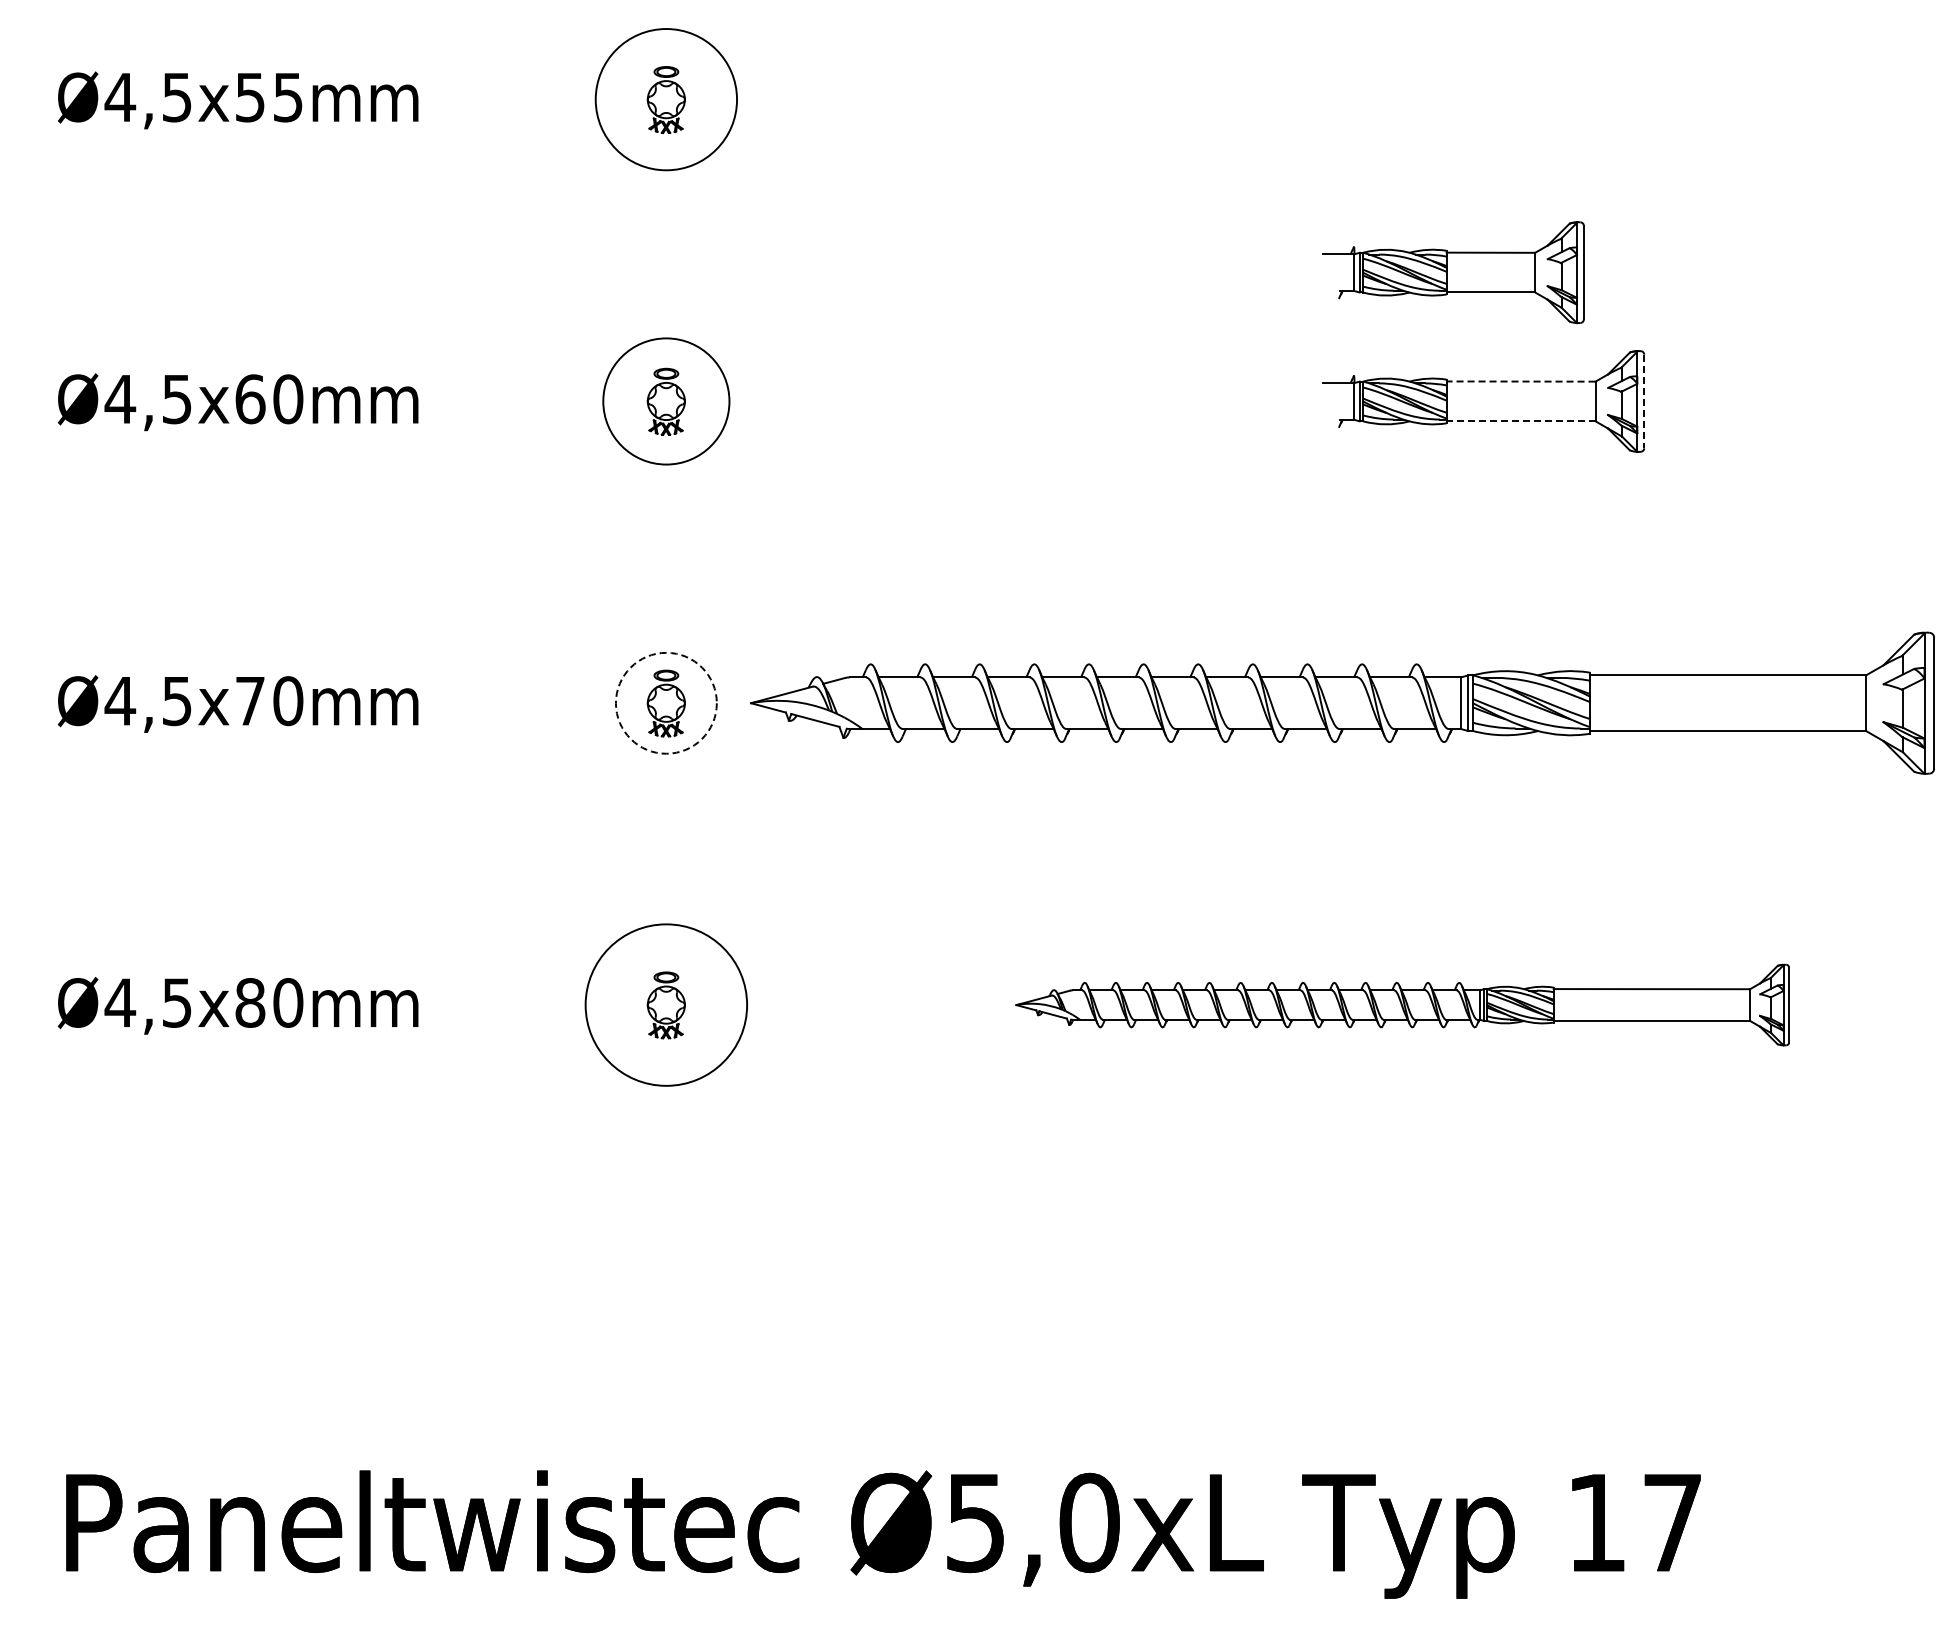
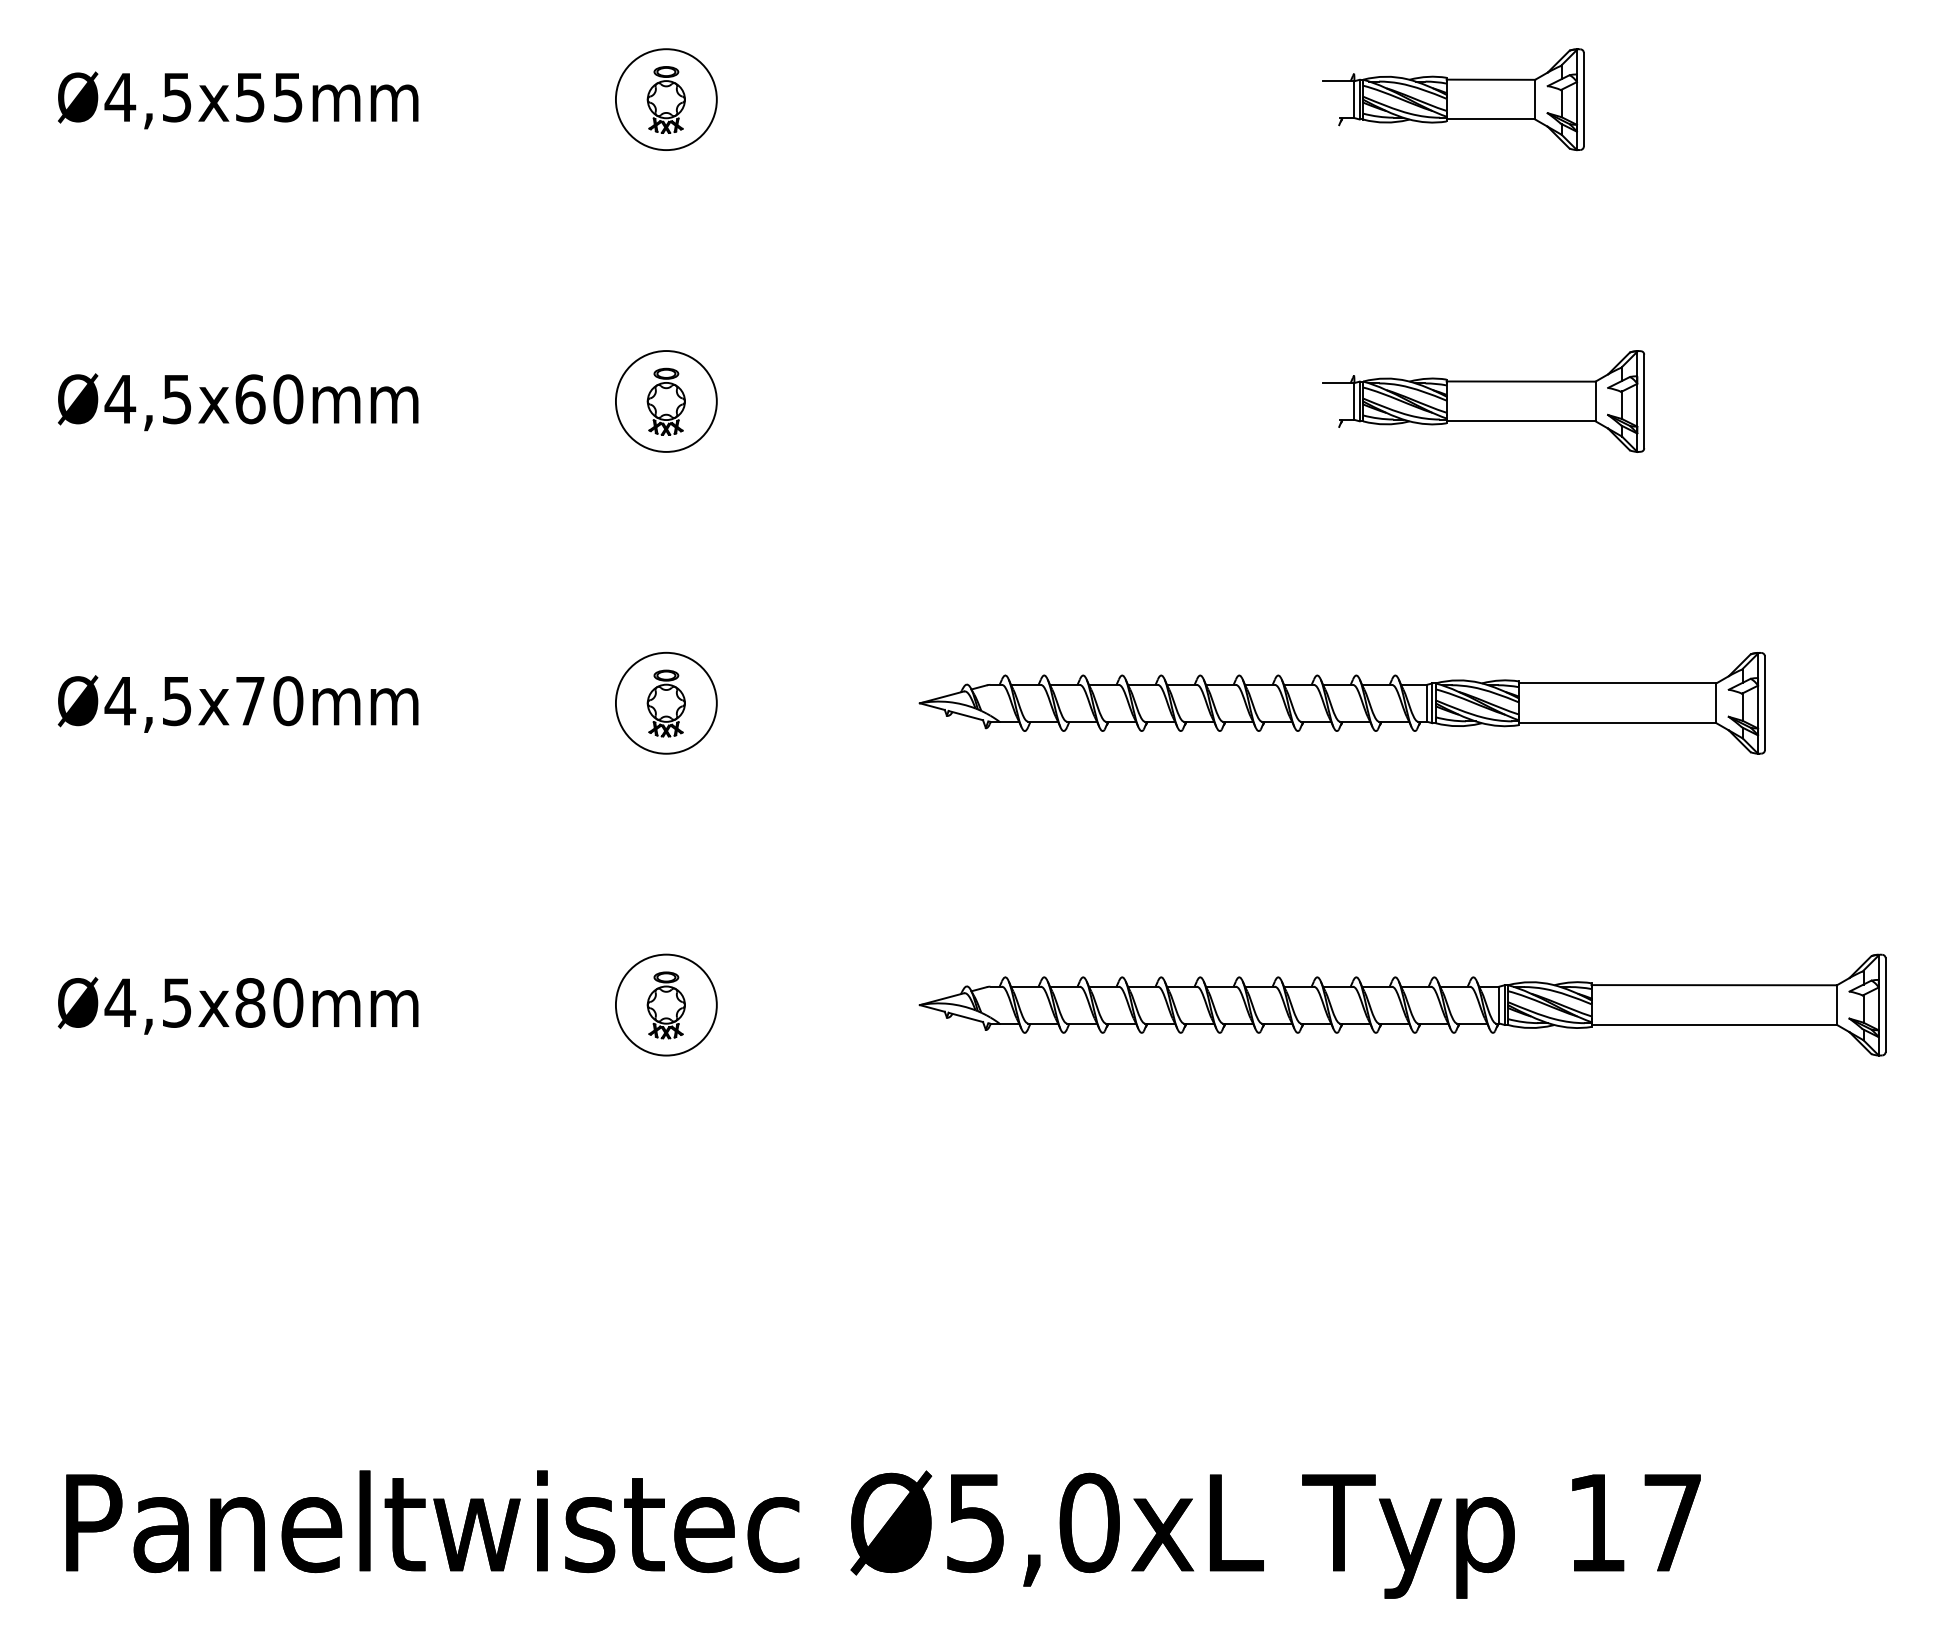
circle at (666, 99) diameter: 141 px -> 101 px
part at (1453, 272) position: (1453, 272) -> (1453, 99)
line at (1520, 381): dashed -> solid
circle at (666, 401) diameter: 126 px -> 101 px
line at (1644, 401): dashed -> solid
line at (1520, 421): dashed -> solid
circle at (665, 702): dashed -> solid
part at (1342, 702) size: 1185x144 px -> 848x103 px
circle at (666, 1004) diameter: 161 px -> 101 px
part at (1402, 1004) size: 775x84 px -> 969x104 px
